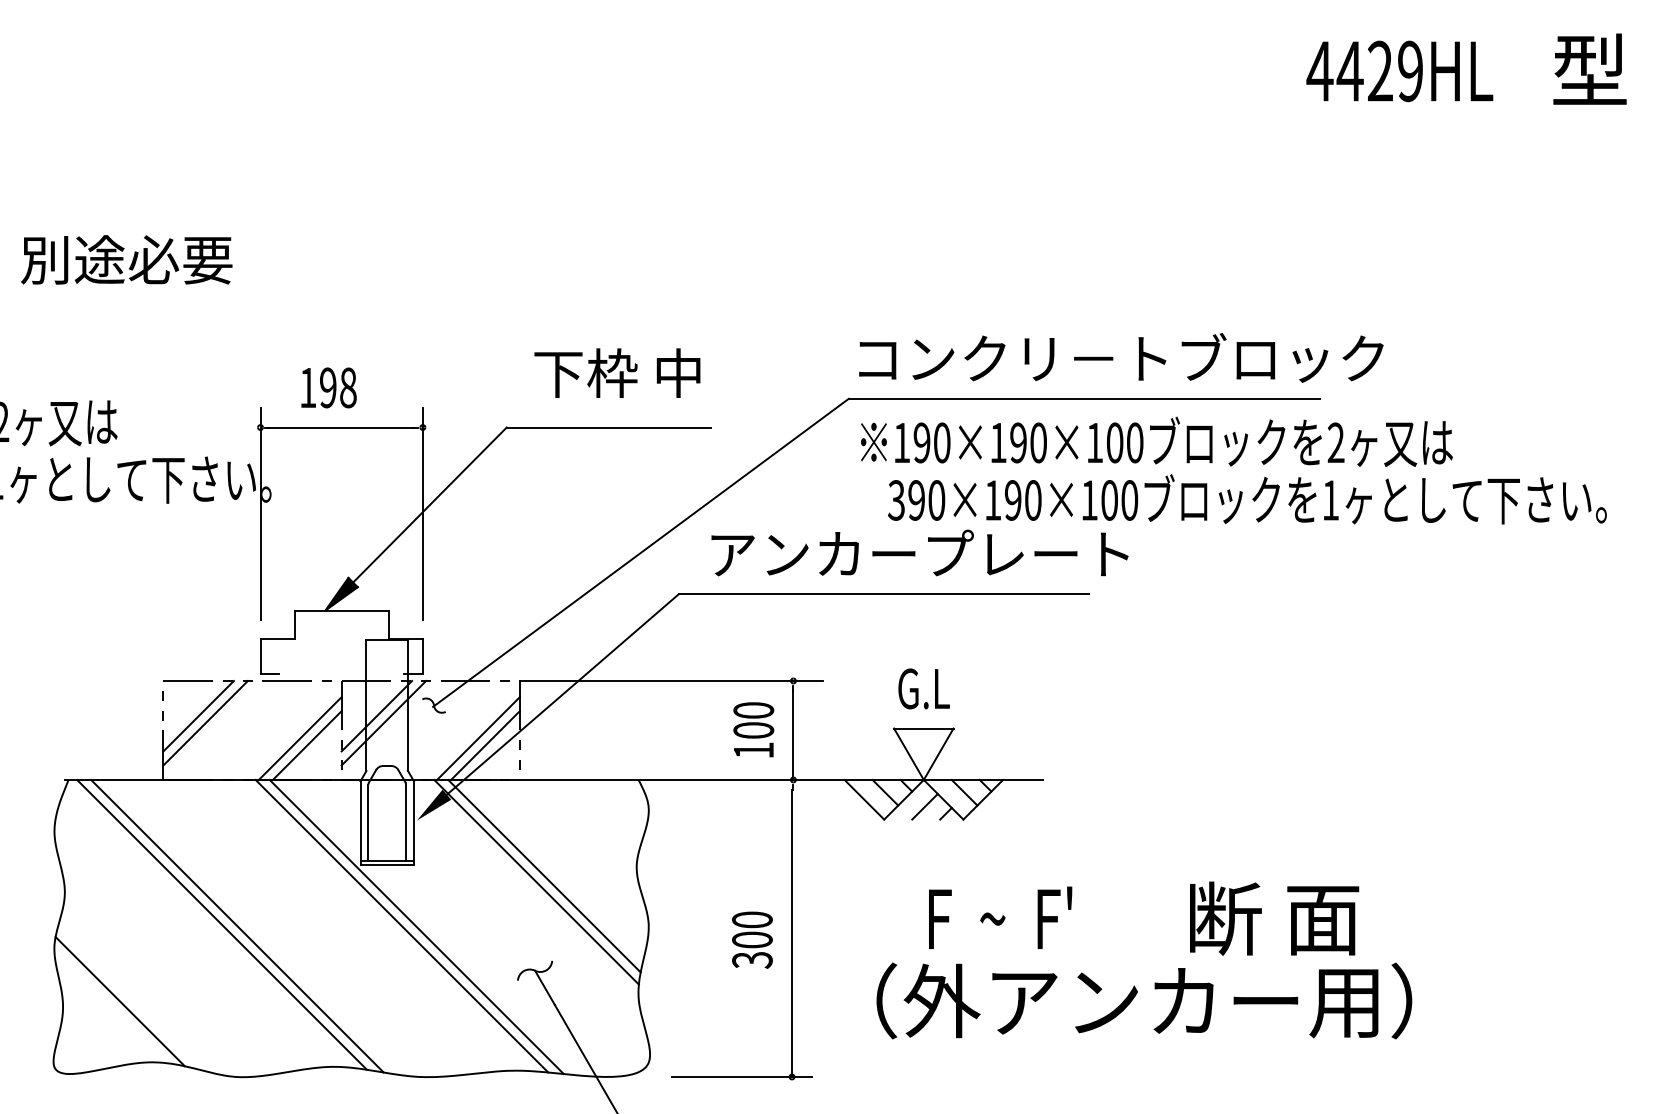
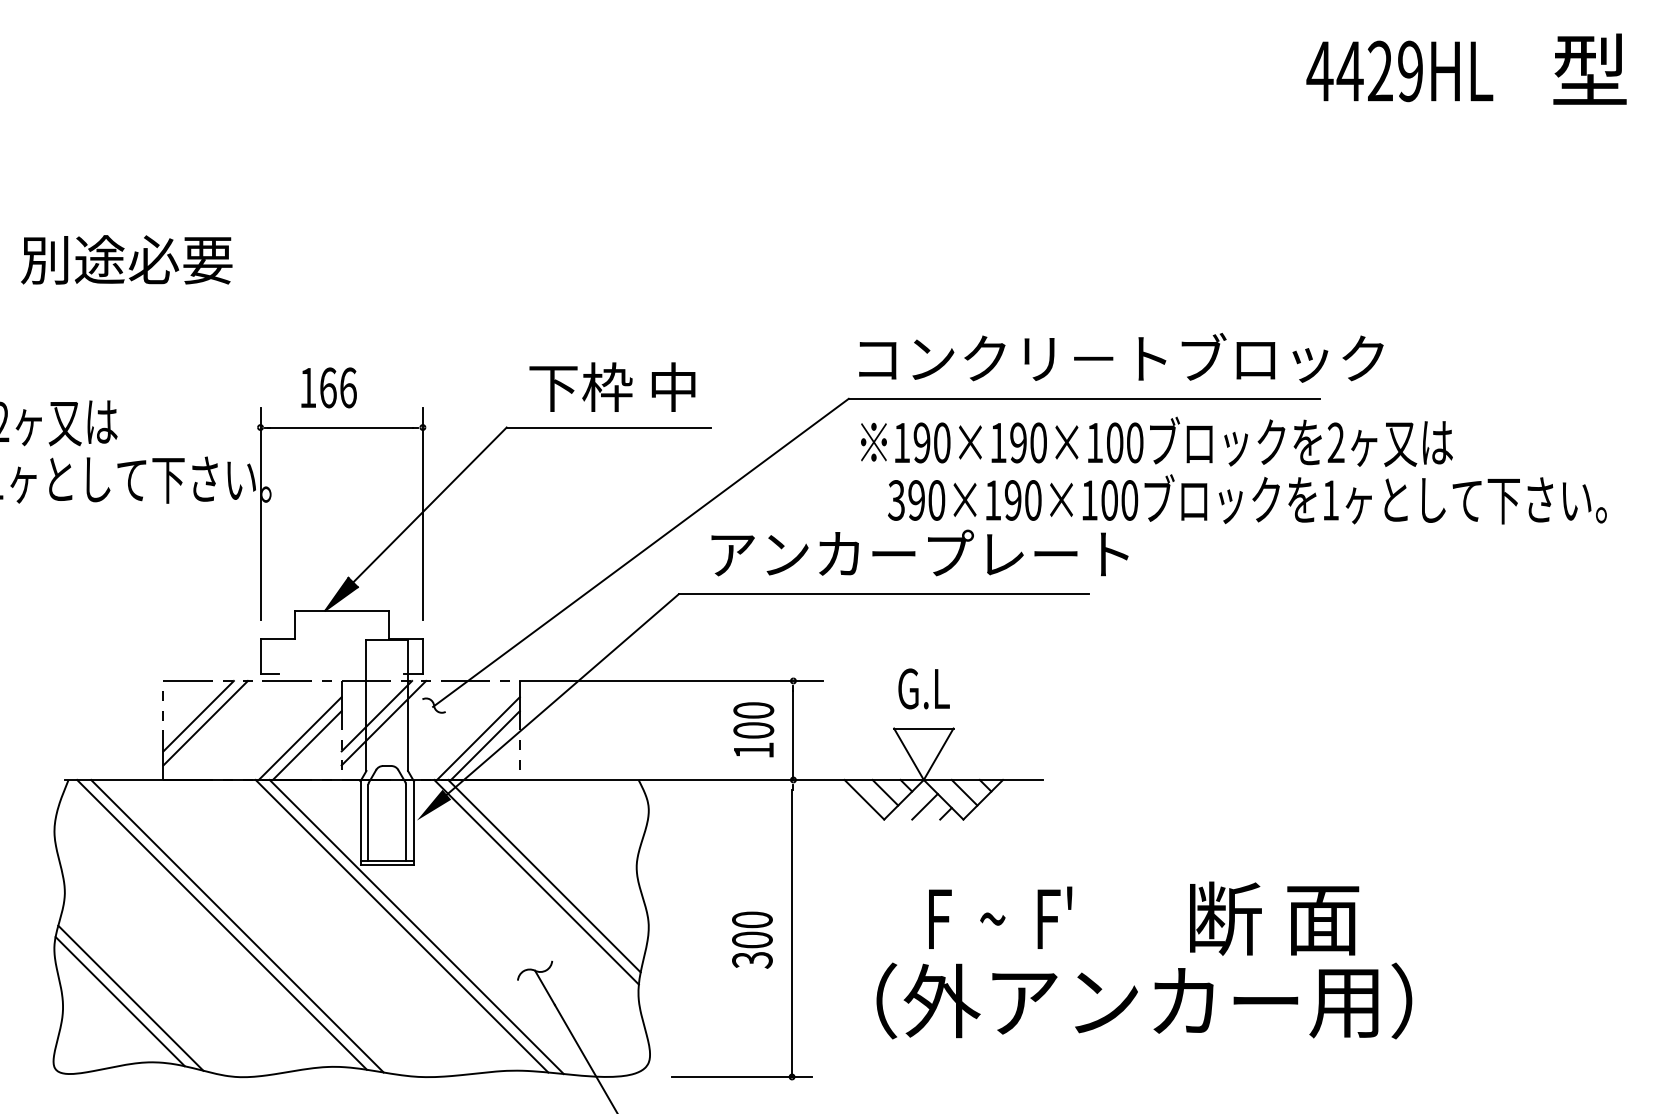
text at (617, 372) position: (617, 372) -> (612, 386)
text at (338, 387): 198 -> 166
line at (130, 997): none -> present
